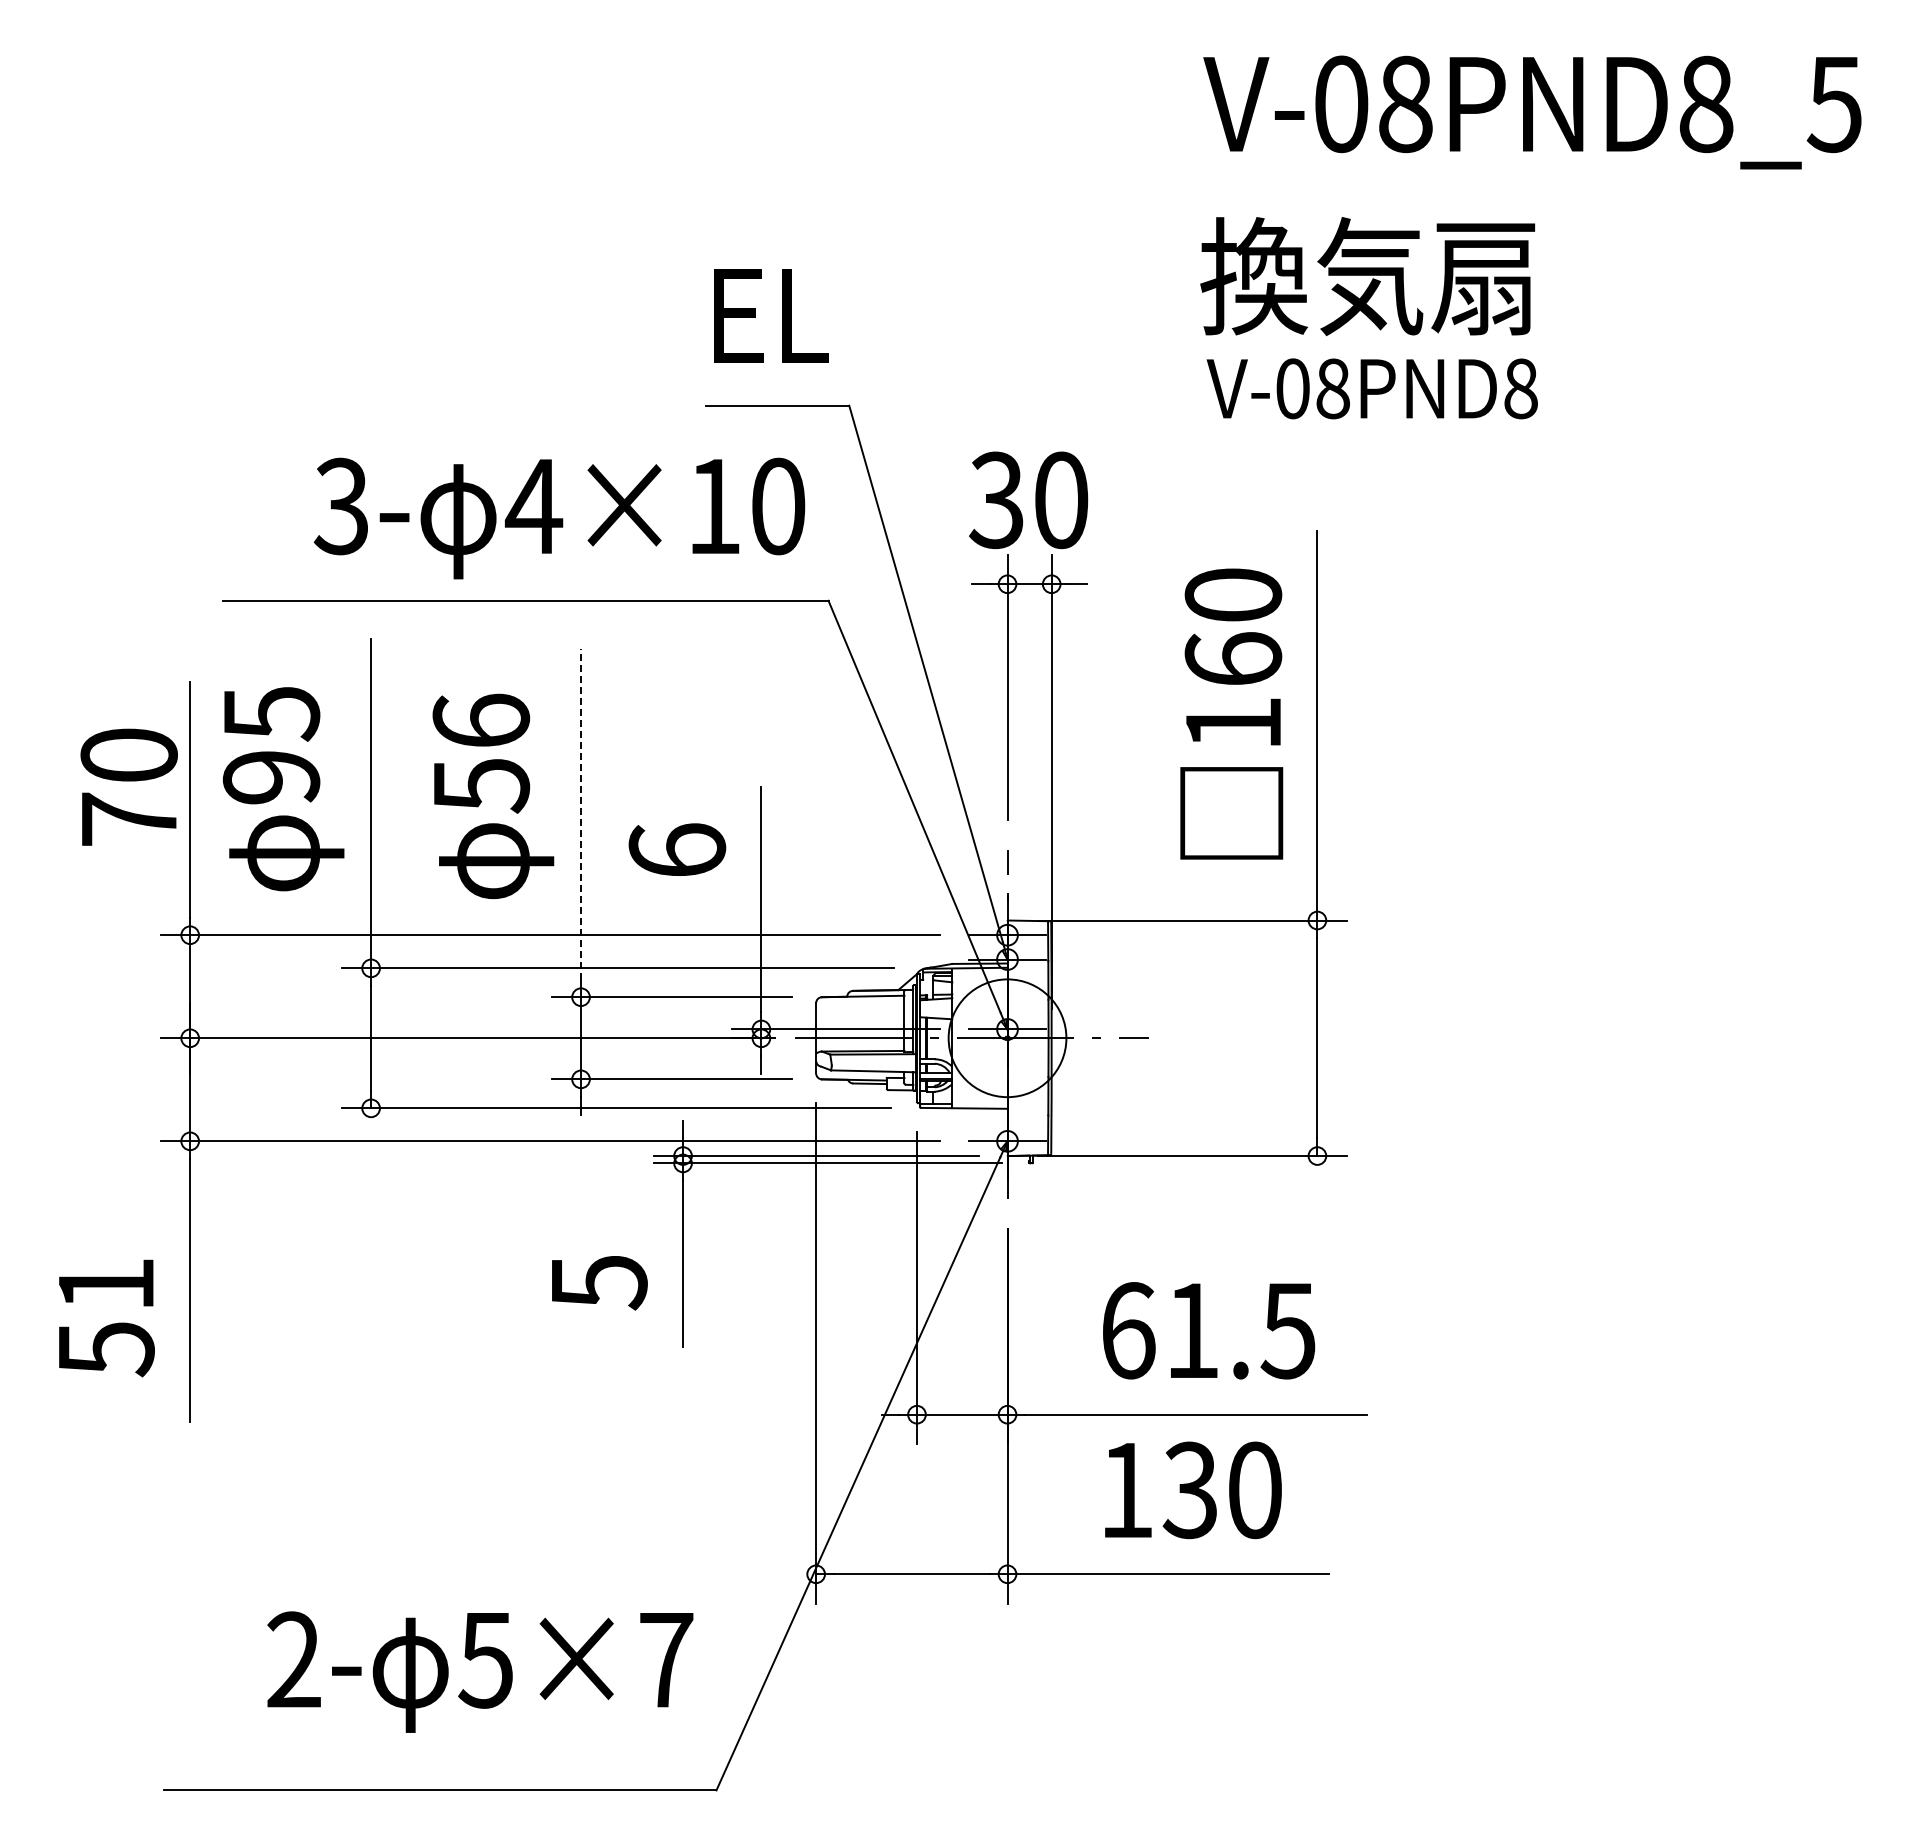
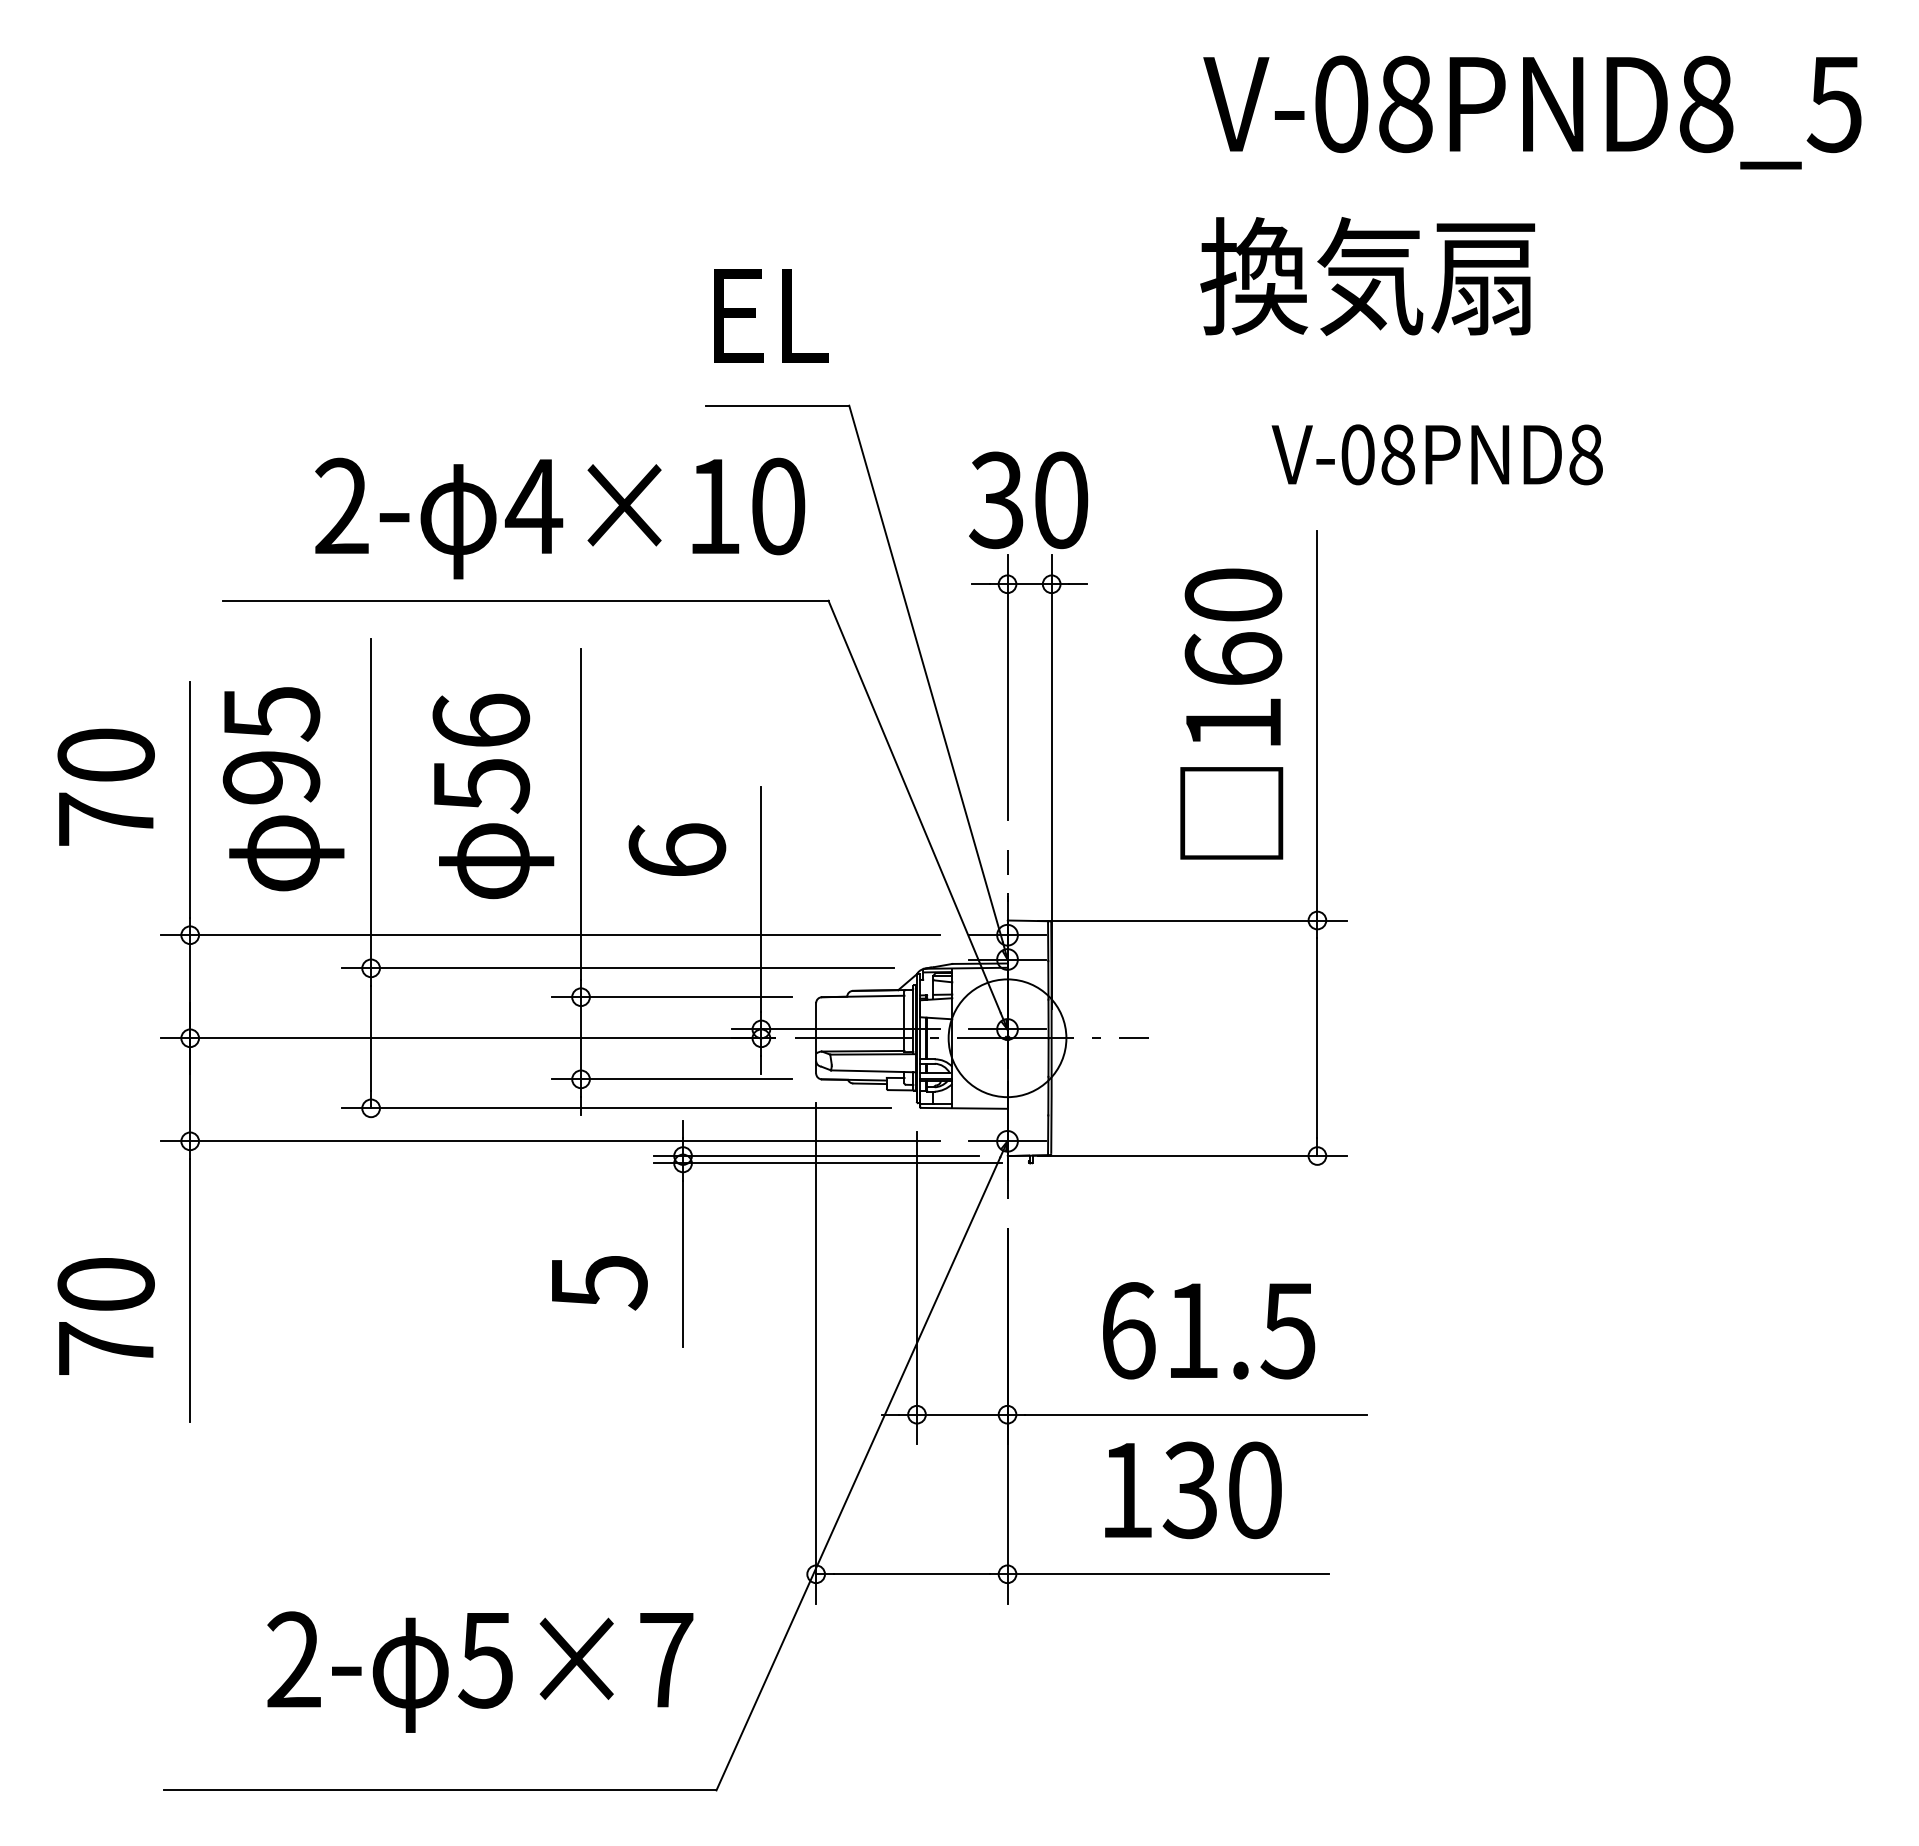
text at (1371, 388) position: (1371, 388) -> (1436, 454)
text at (340, 506): 3- -> 2-
text at (128, 786) position: (128, 786) -> (105, 786)
line at (581, 813): dashed -> solid
text at (105, 1317): 51 -> 70
